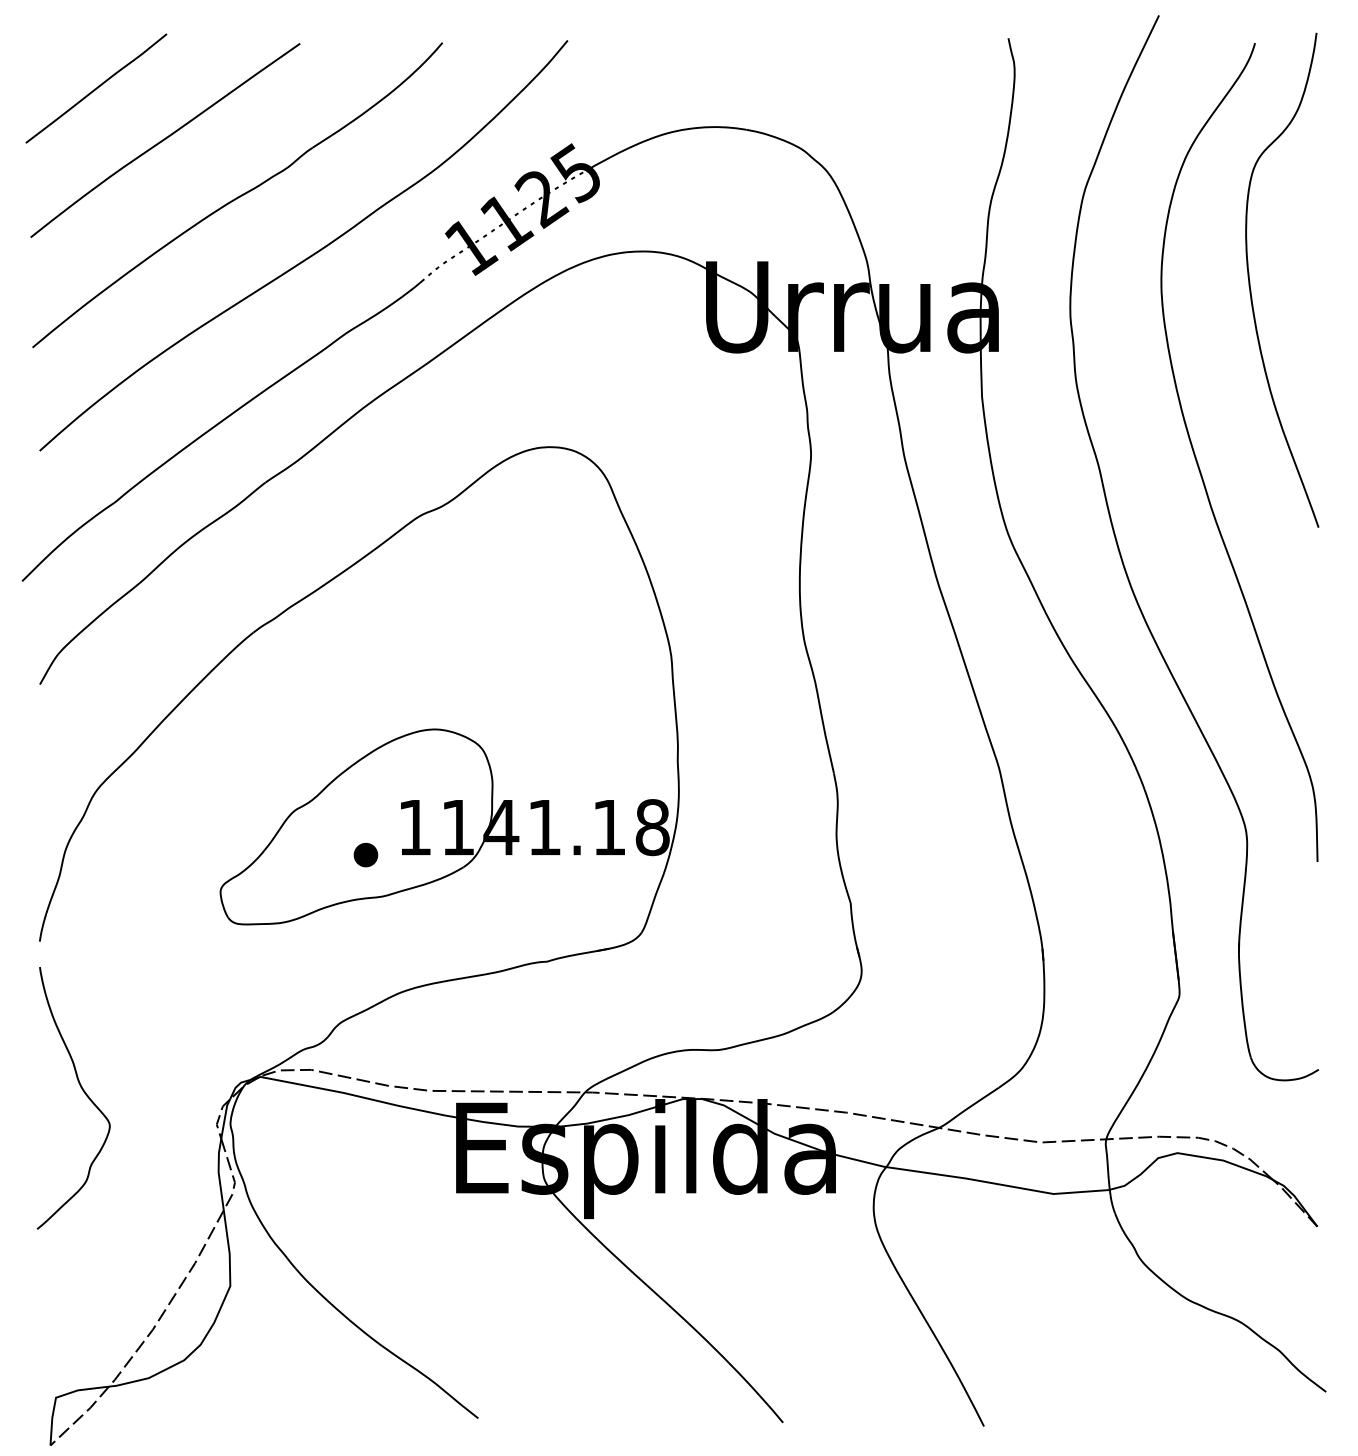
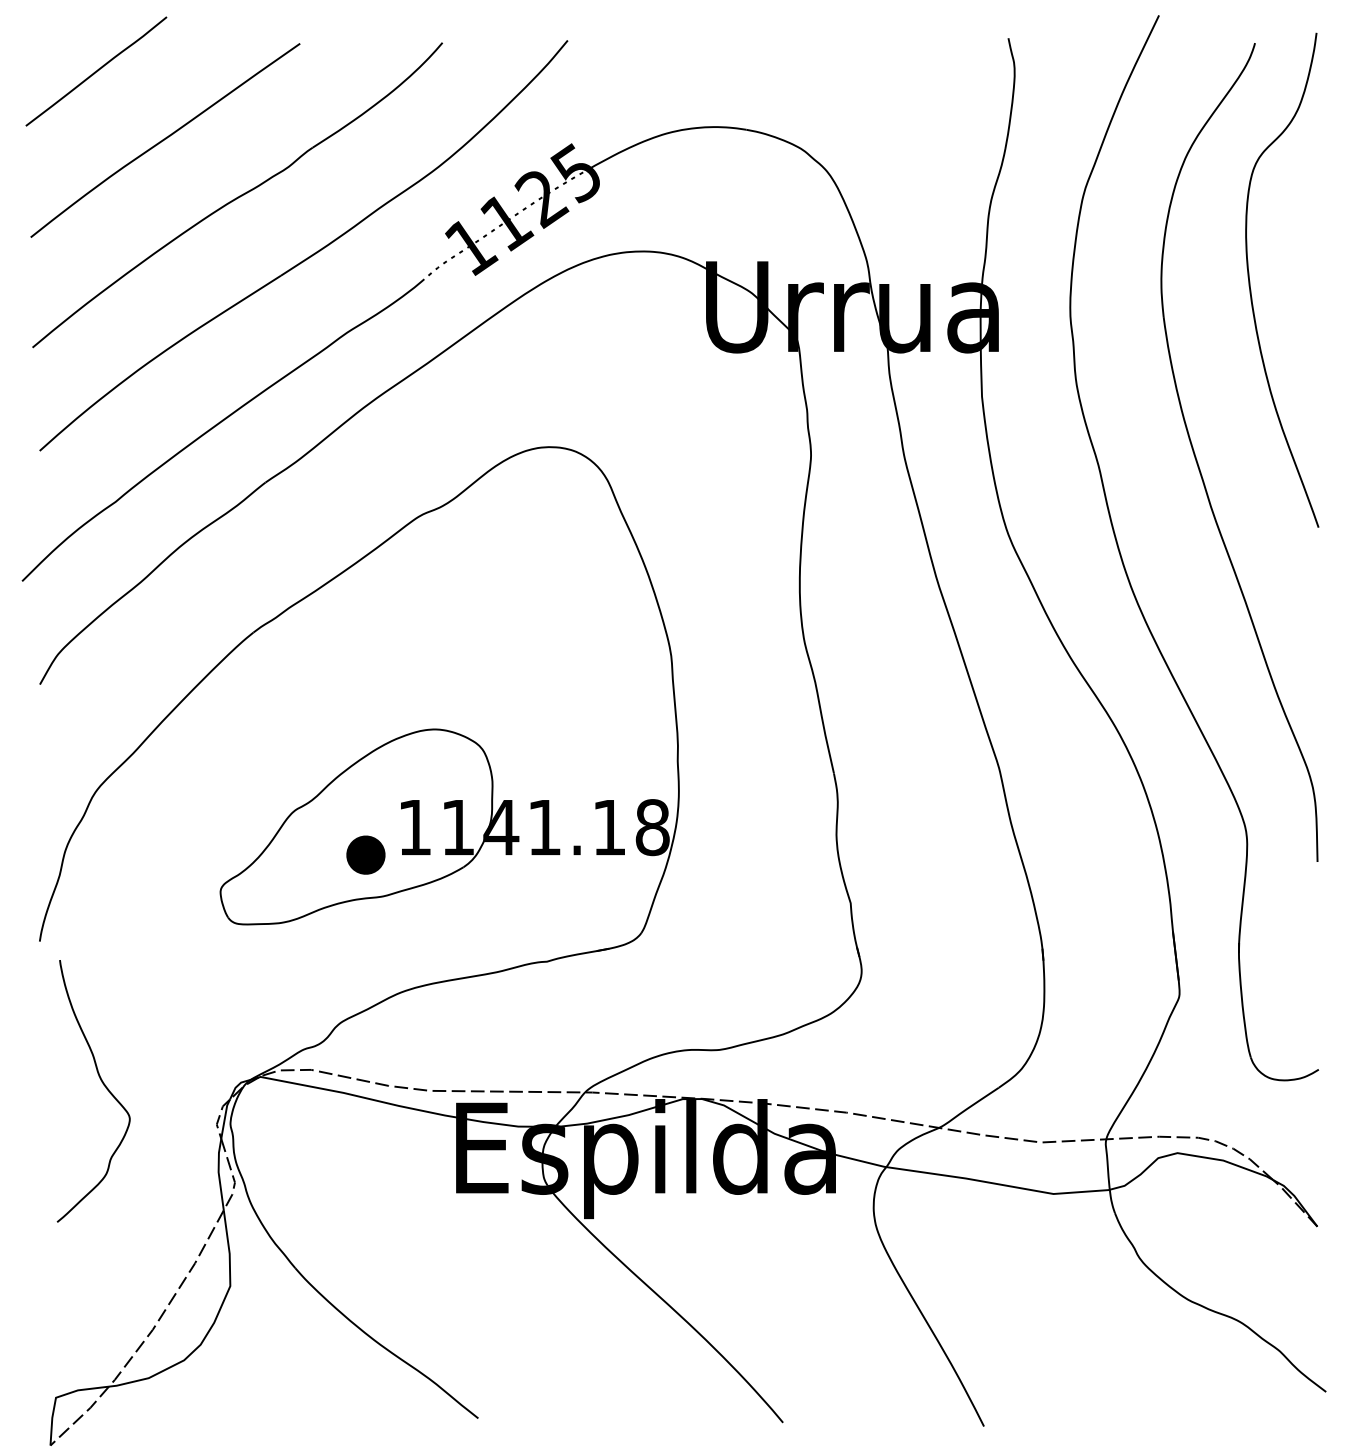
line at (96, 88) position: (96, 88) -> (96, 71)
part at (365, 854) size: 26x26 px -> 40x40 px
curve at (83, 1092) position: (83, 1092) -> (103, 1085)
